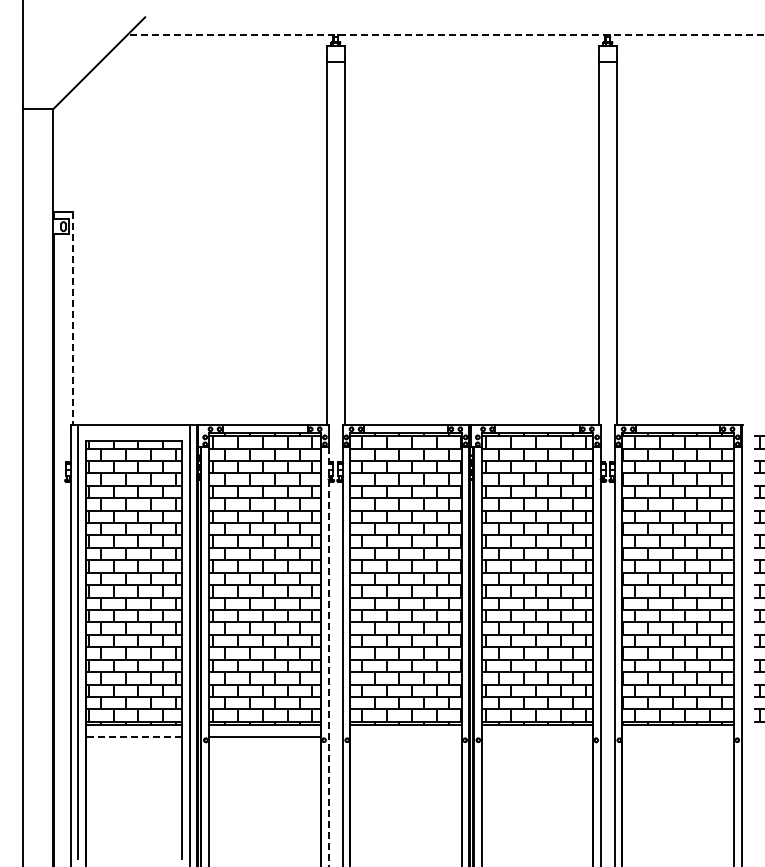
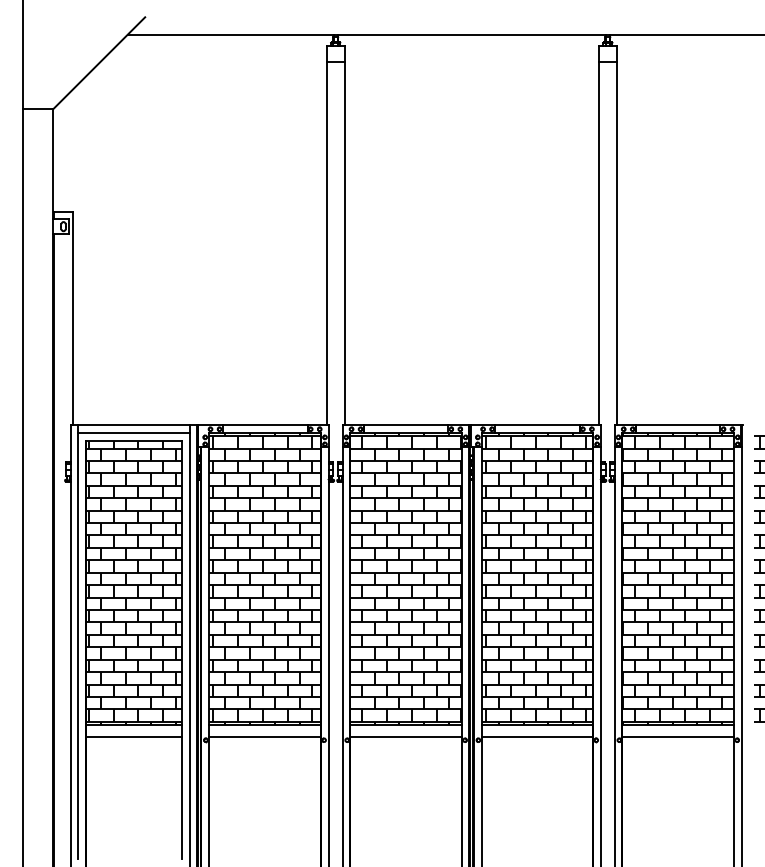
line at (445, 34): dashed -> solid
line at (72, 318): dashed -> solid
line at (133, 433): none -> present
line at (328, 656): dashed -> solid
line at (133, 737): dashed -> solid
line at (405, 737): none -> present
line at (537, 737): none -> present
line at (678, 737): none -> present
